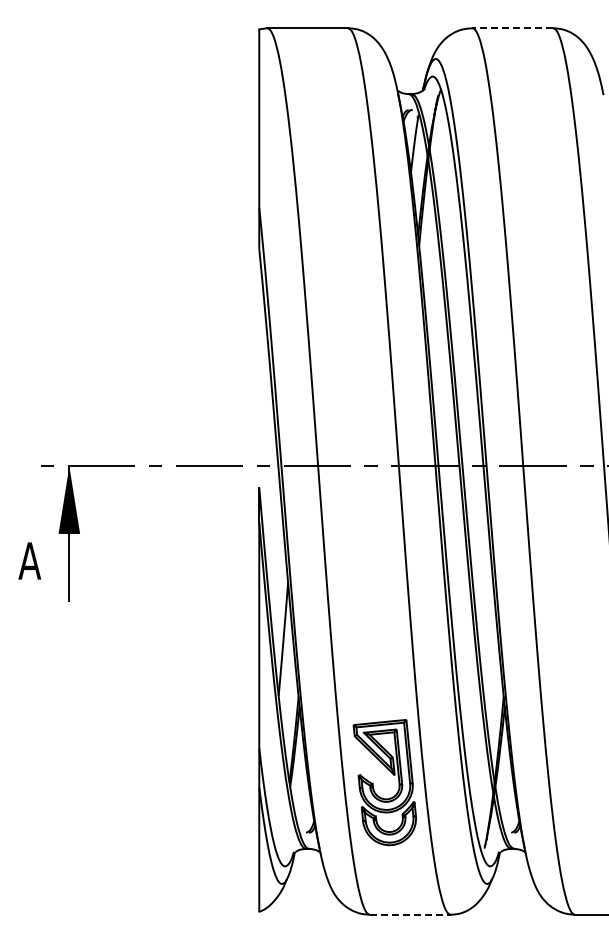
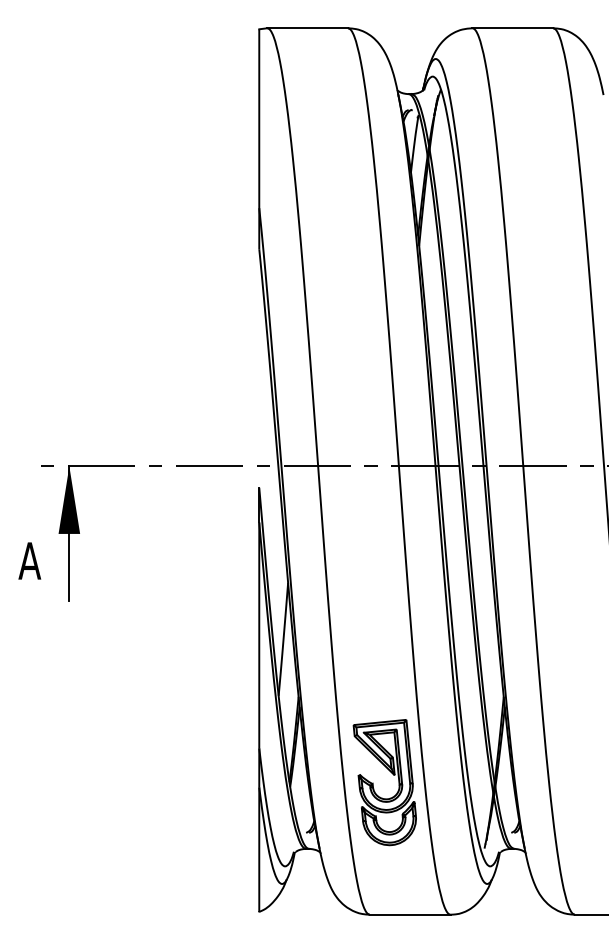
line at (512, 28): dashed -> solid
line at (410, 914): dashed -> solid
